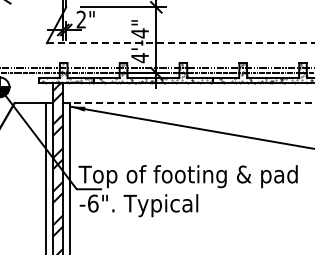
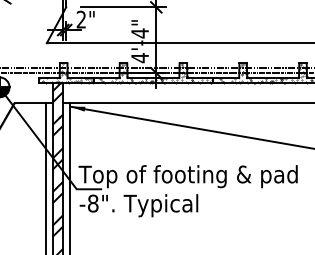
line at (180, 43): dashed -> solid
line at (188, 103): dashed -> solid
text at (93, 203): -6". -> -8".
